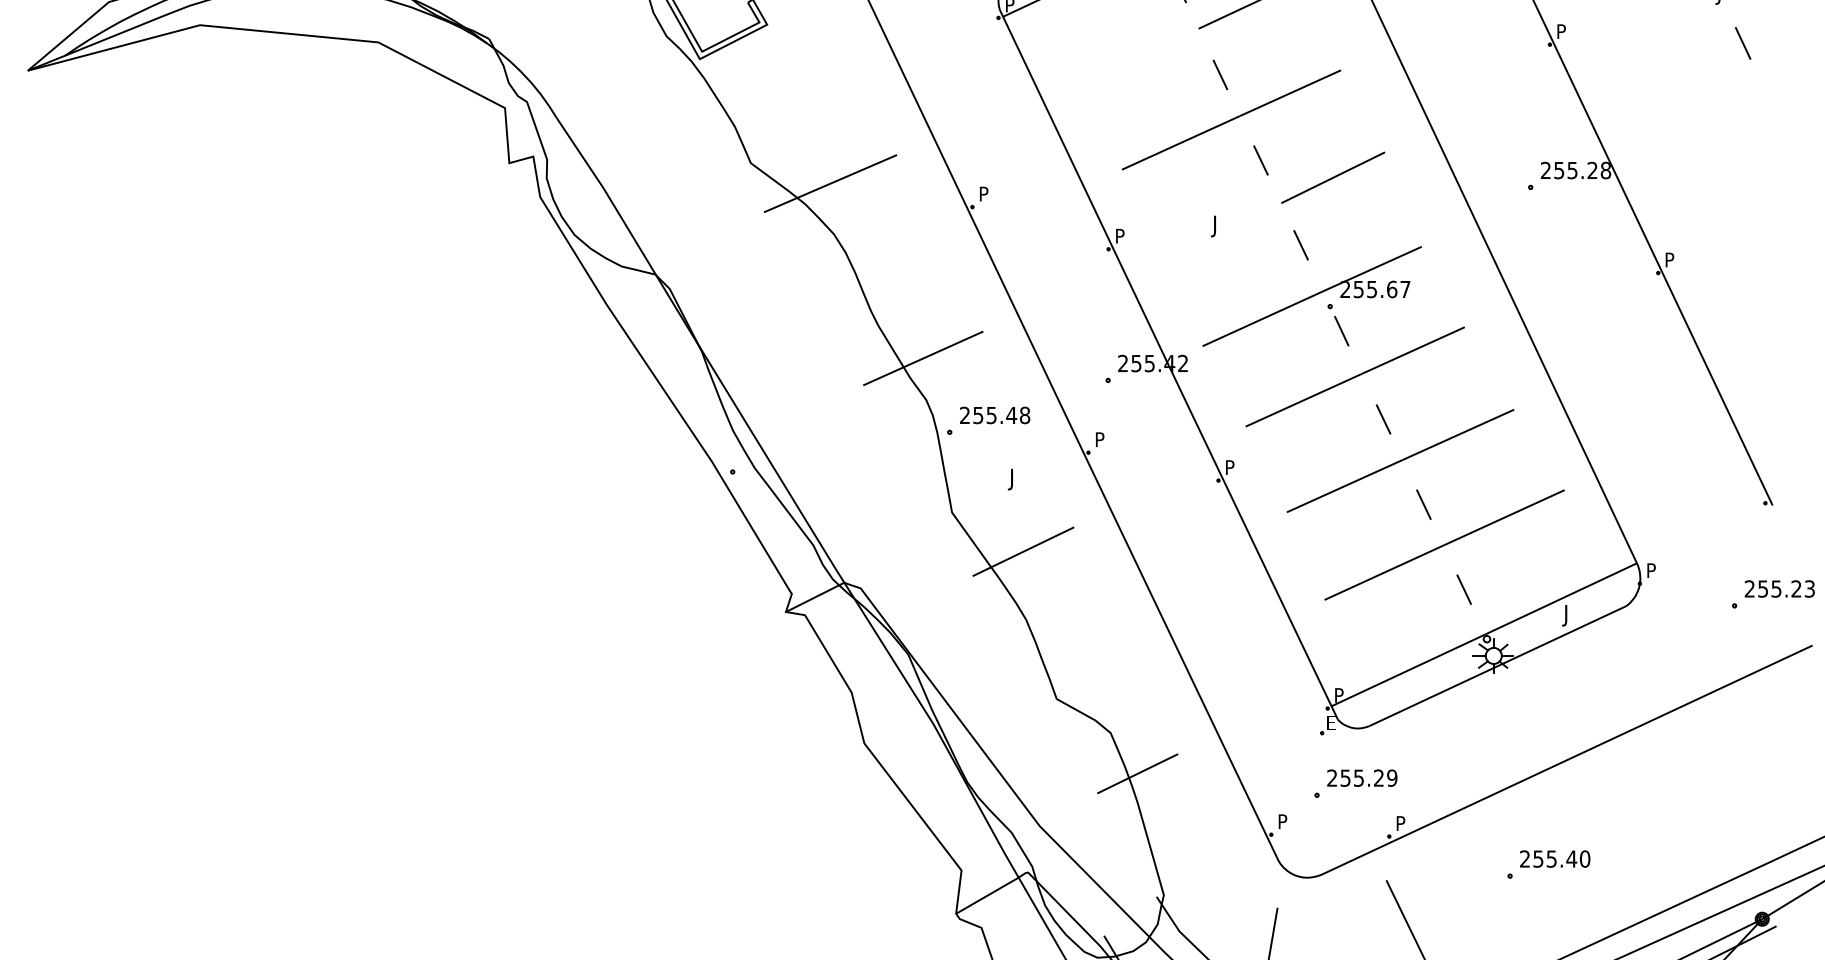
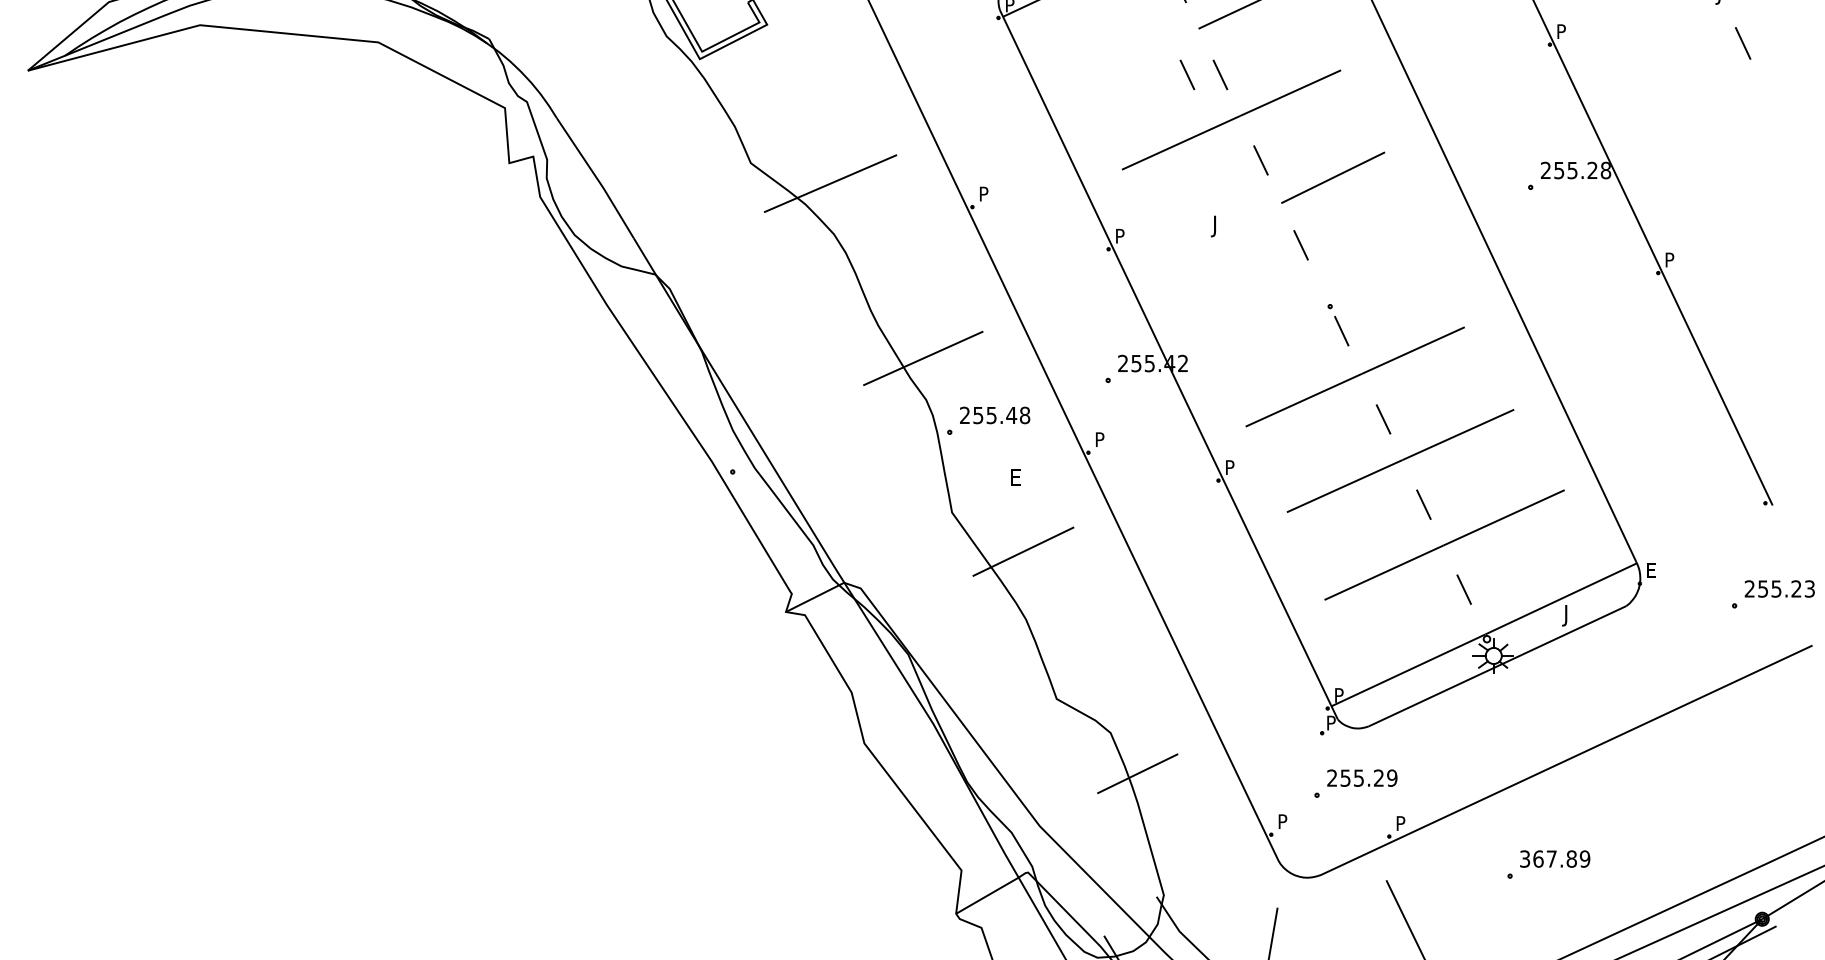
line at (1187, 74): none -> present
part at (1311, 296): present -> none
text at (1013, 479): J -> E
text at (1651, 570): P -> E
text at (1331, 722): E -> P
text at (1555, 858): 255.40 -> 367.89
